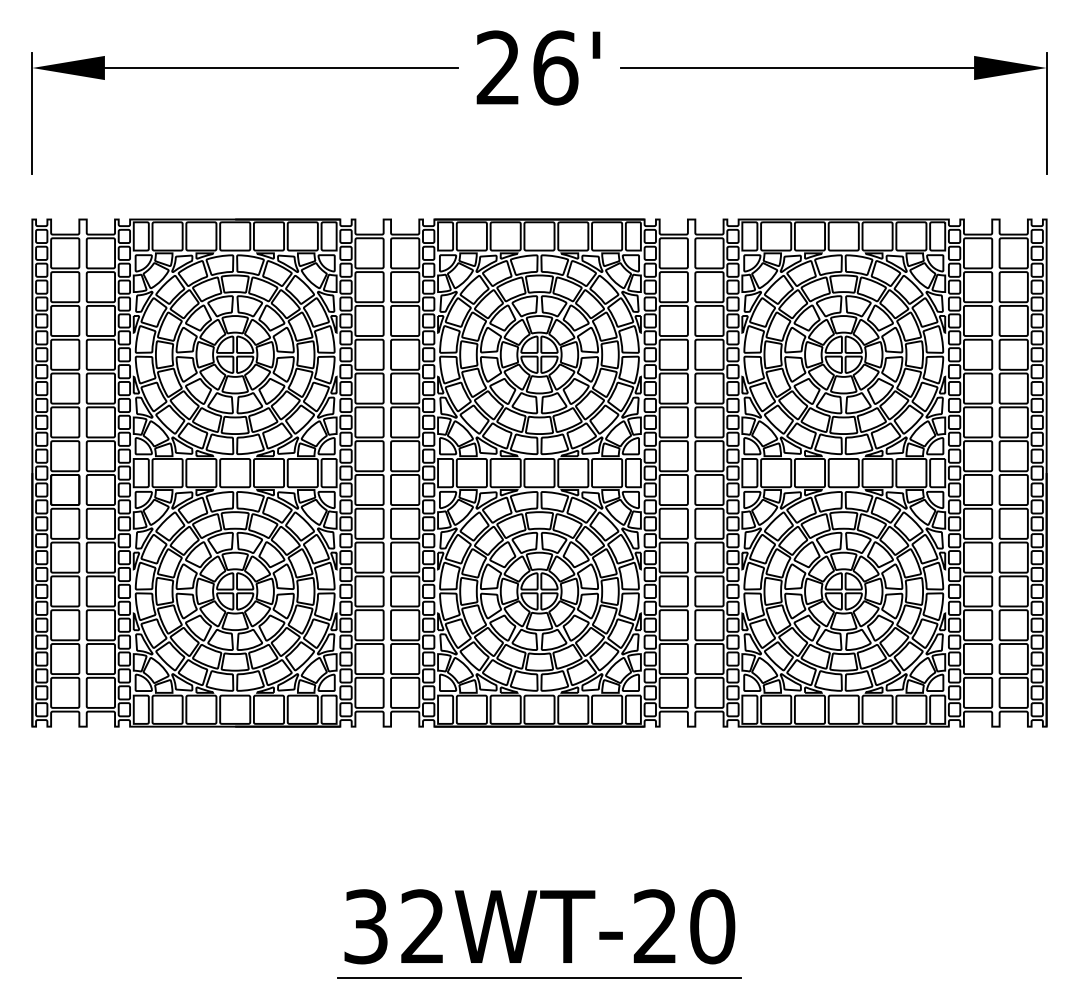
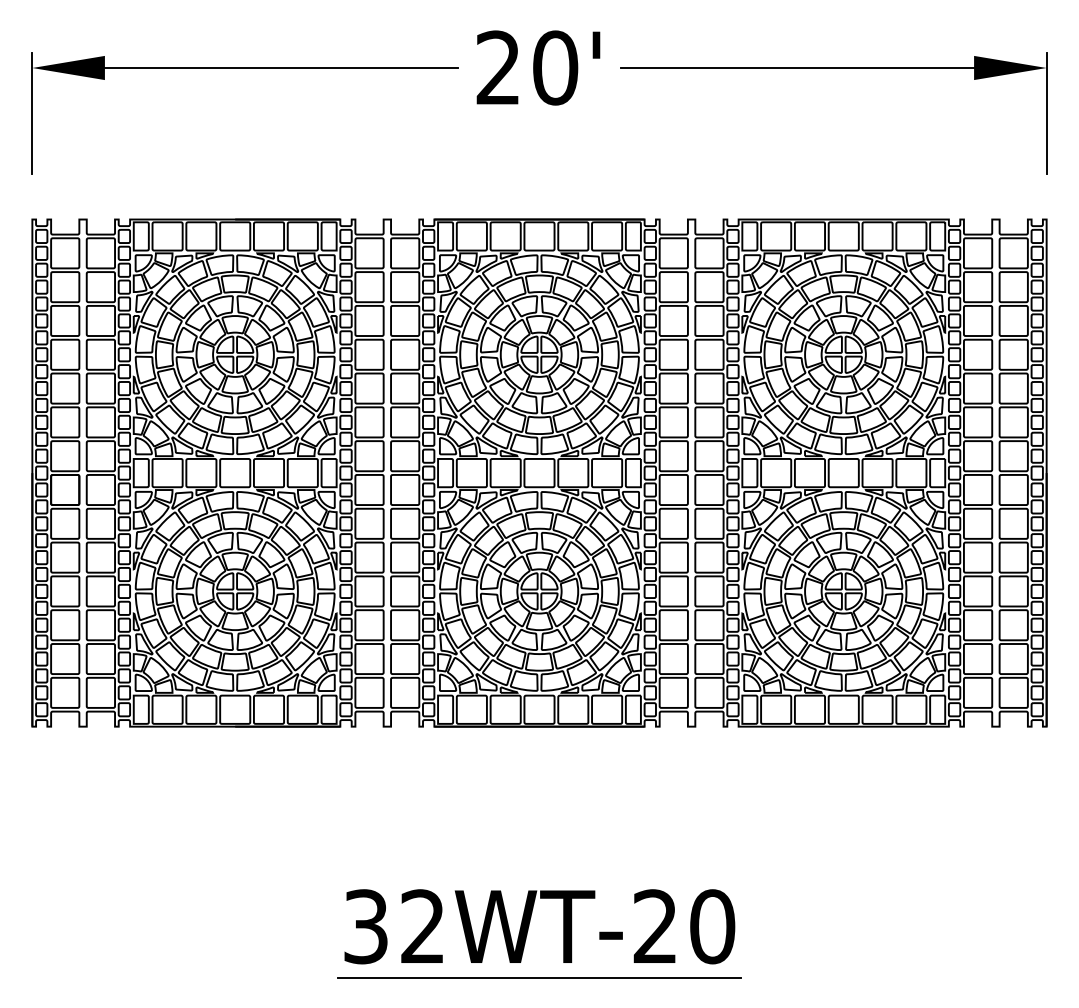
text at (555, 67): 26' -> 20'
